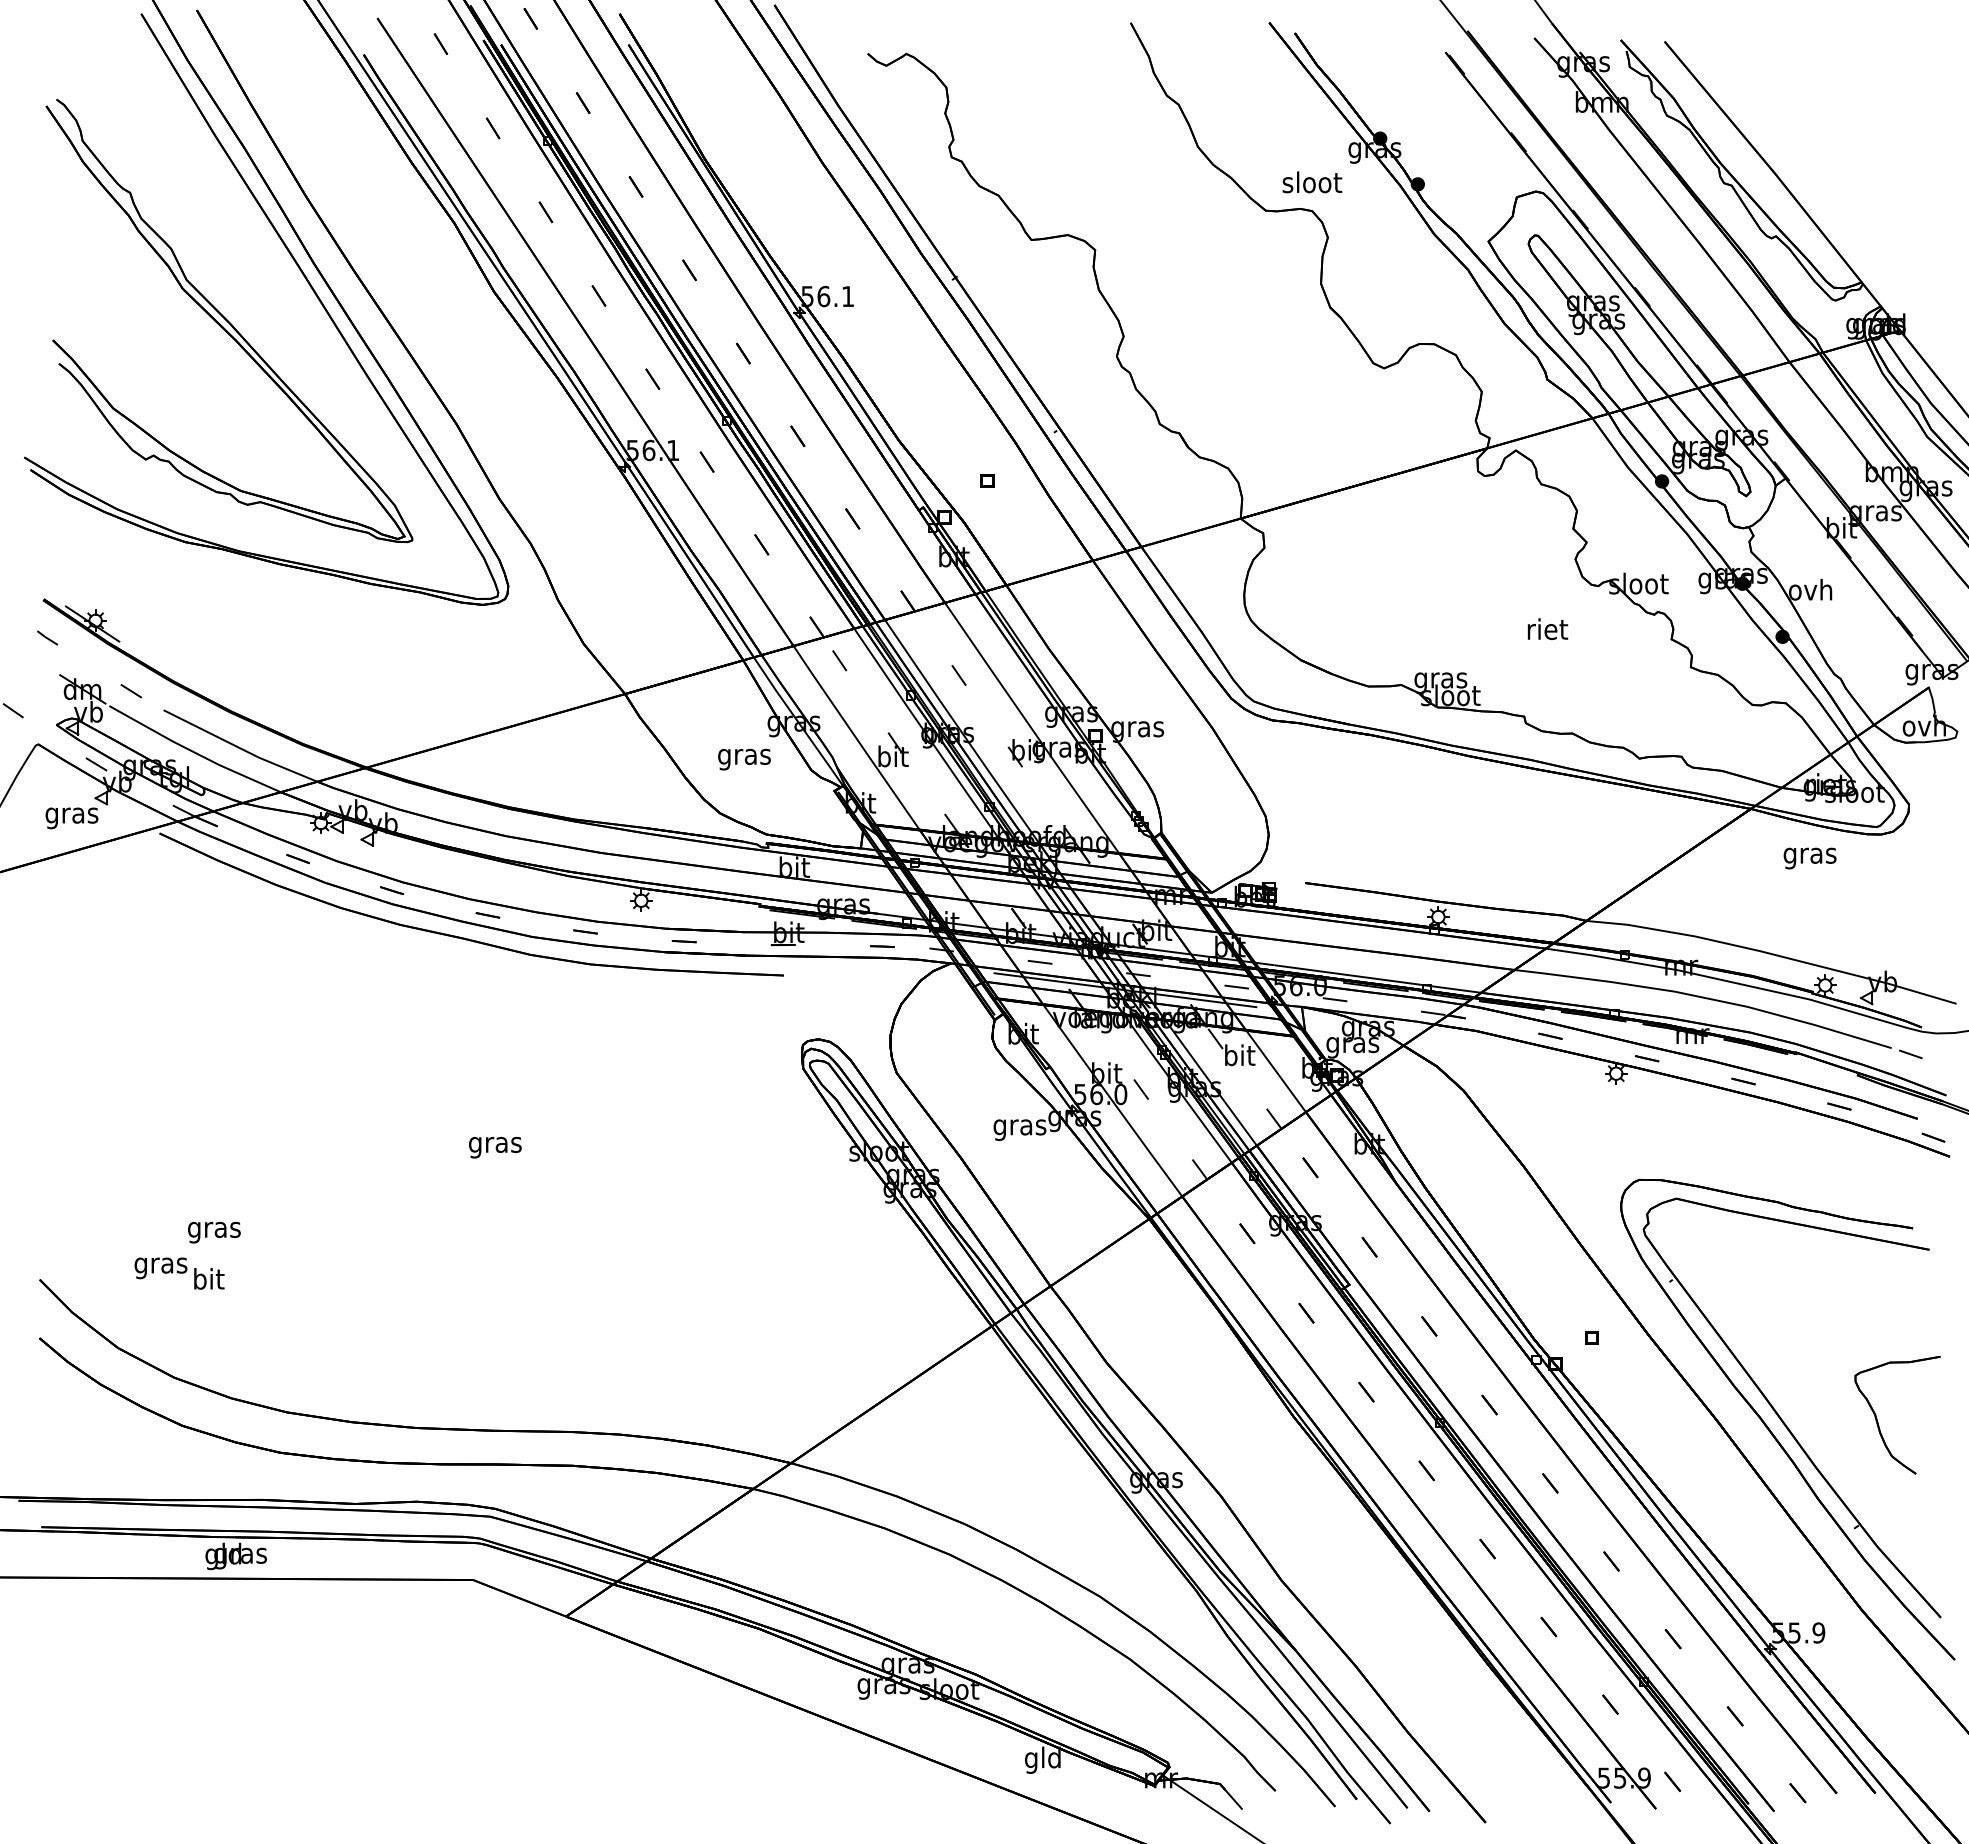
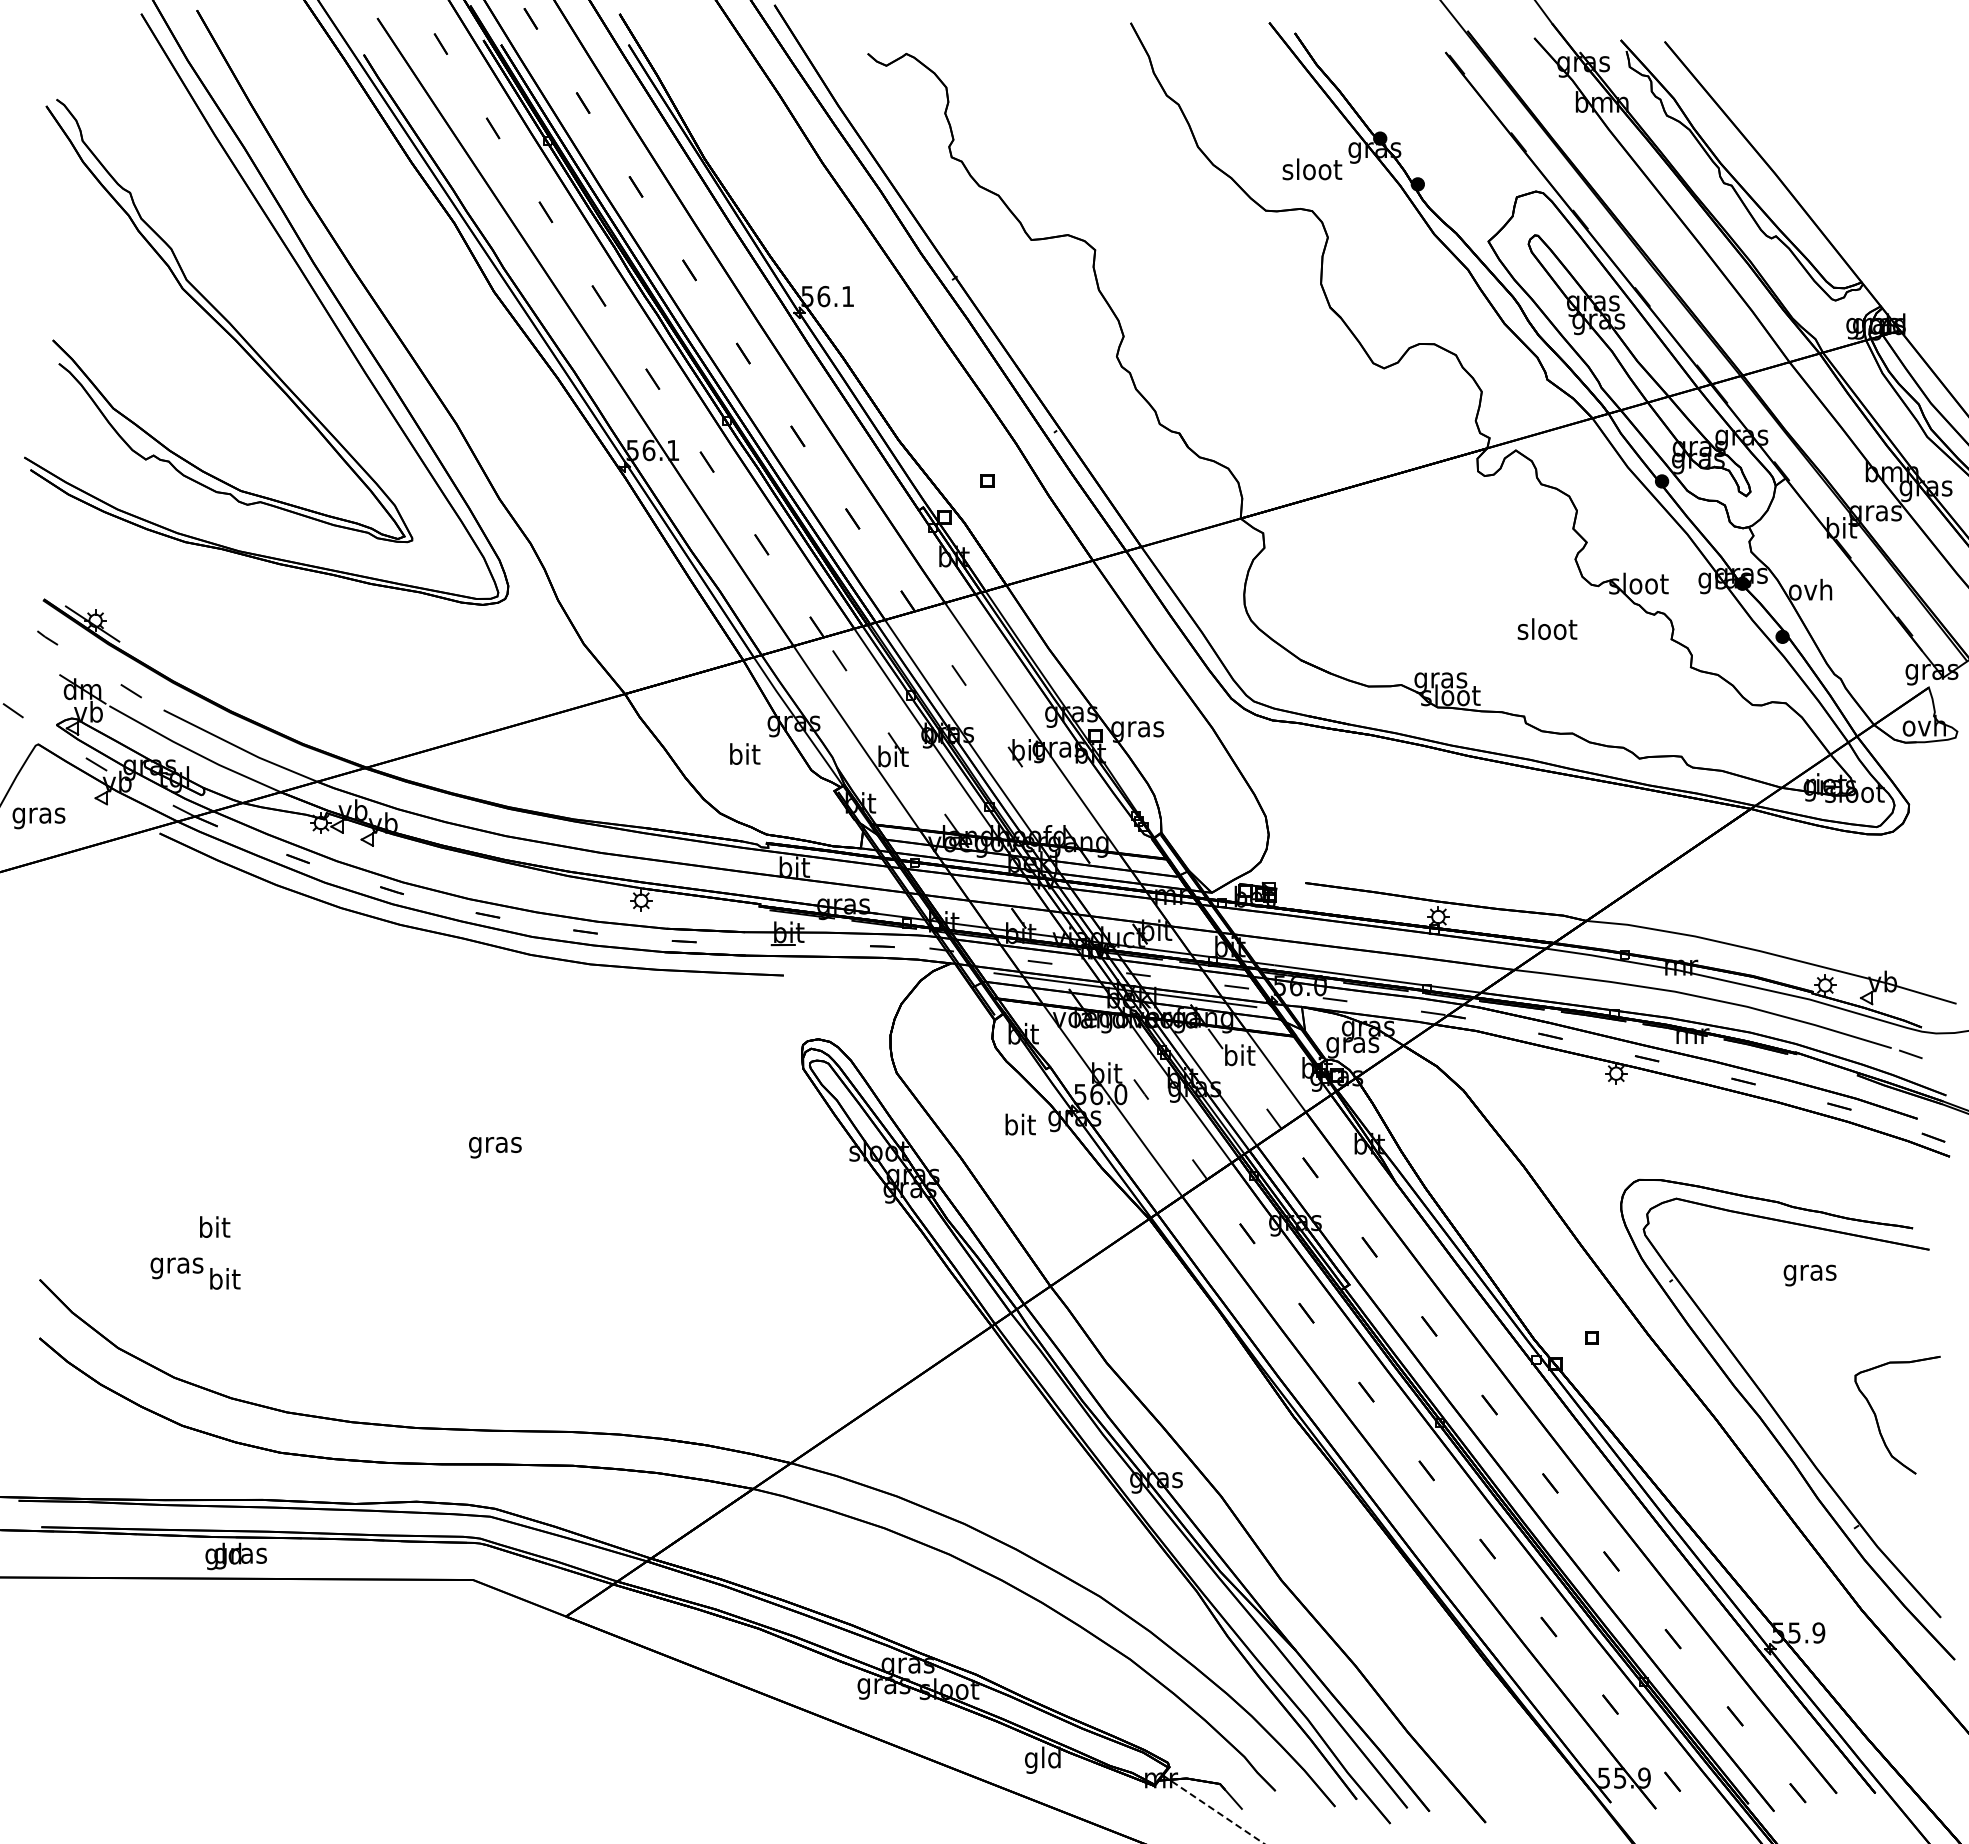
text at (1312, 182) position: (1312, 182) -> (1312, 169)
text at (1547, 629): riet -> sloot
text at (744, 756): gras -> bit
text at (71, 818) position: (71, 818) -> (38, 818)
text at (1809, 858) position: (1809, 858) -> (1809, 1275)
text at (1019, 1126): gras -> bit
text at (214, 1229): gras -> bit
text at (179, 1273) position: (179, 1273) -> (195, 1273)
line at (1214, 1809): solid -> dashed
